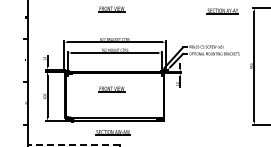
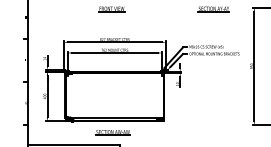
part at (222, 11) position: (222, 11) -> (213, 9)
part at (111, 89): present -> none
line at (73, 145): dashed -> solid
